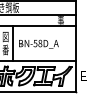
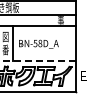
line at (38, 61): solid -> dashed
